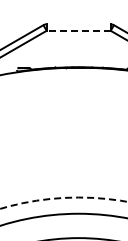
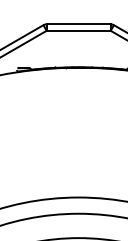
line at (78, 24): none -> present
line at (78, 30): dashed -> solid
circle at (63, 202): dashed -> solid
